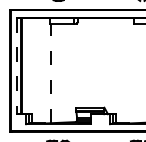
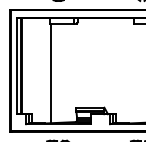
line at (16, 66): dashed -> solid
line at (50, 73): dashed -> solid
